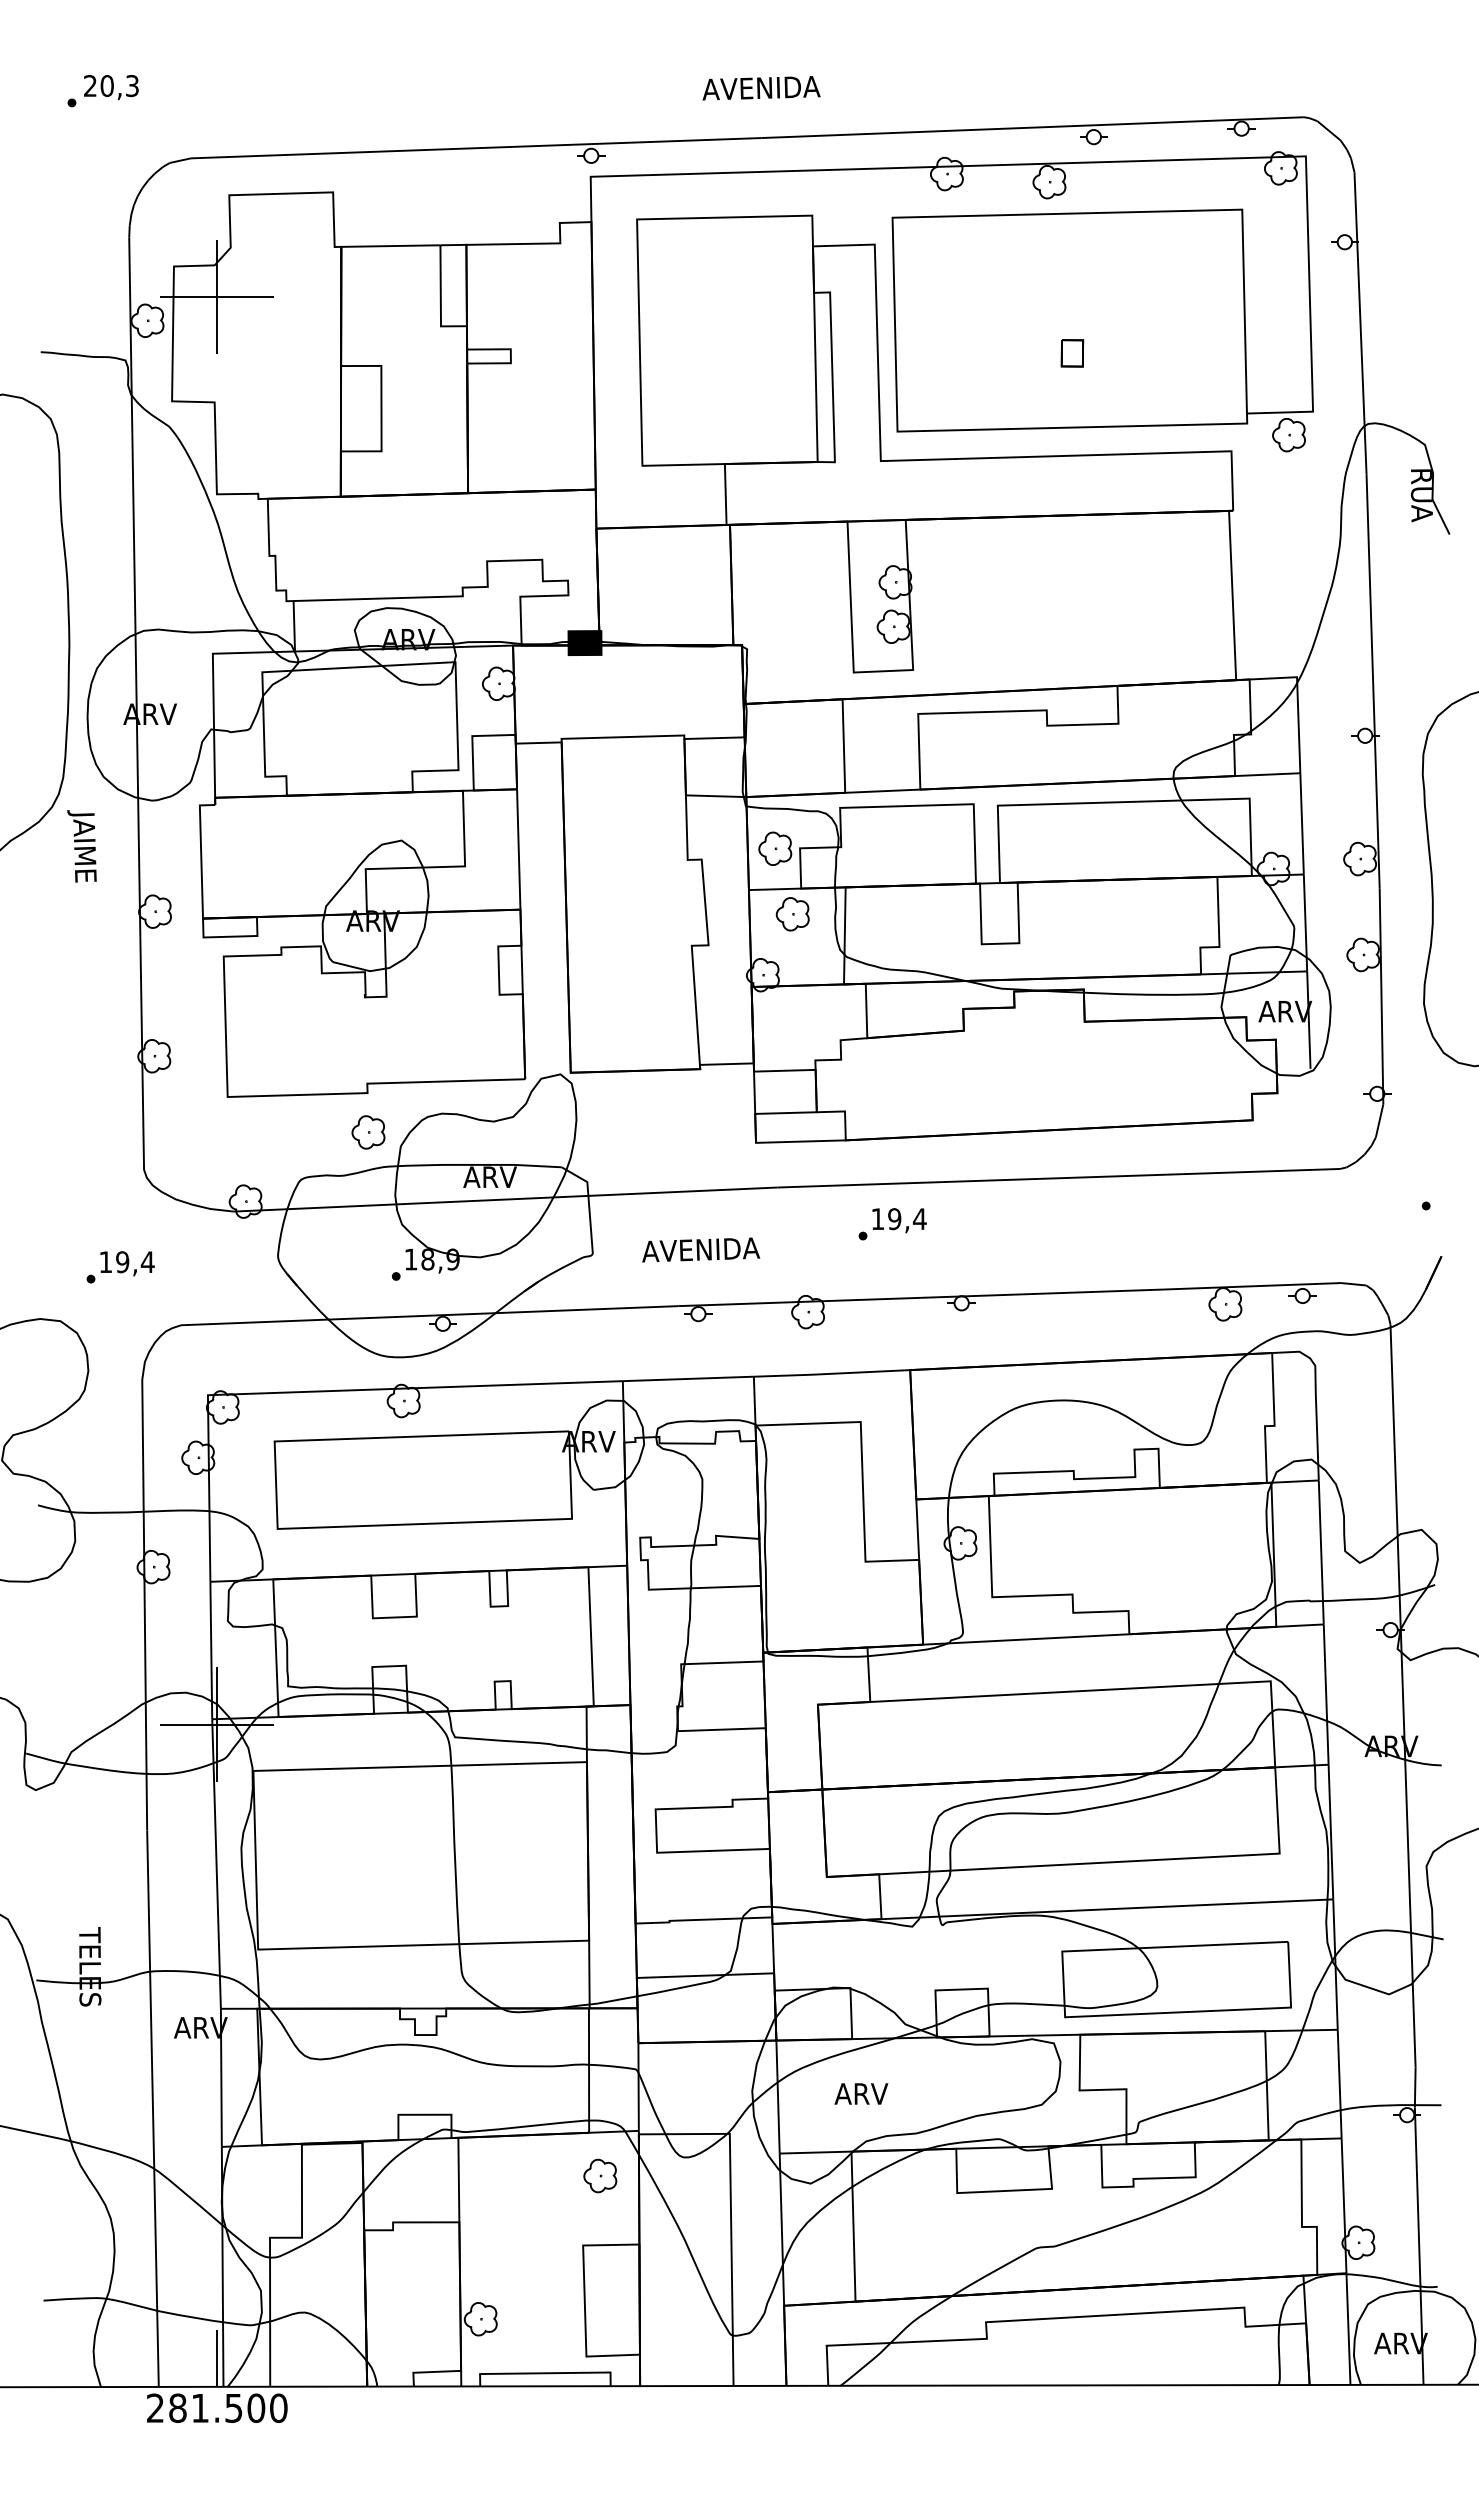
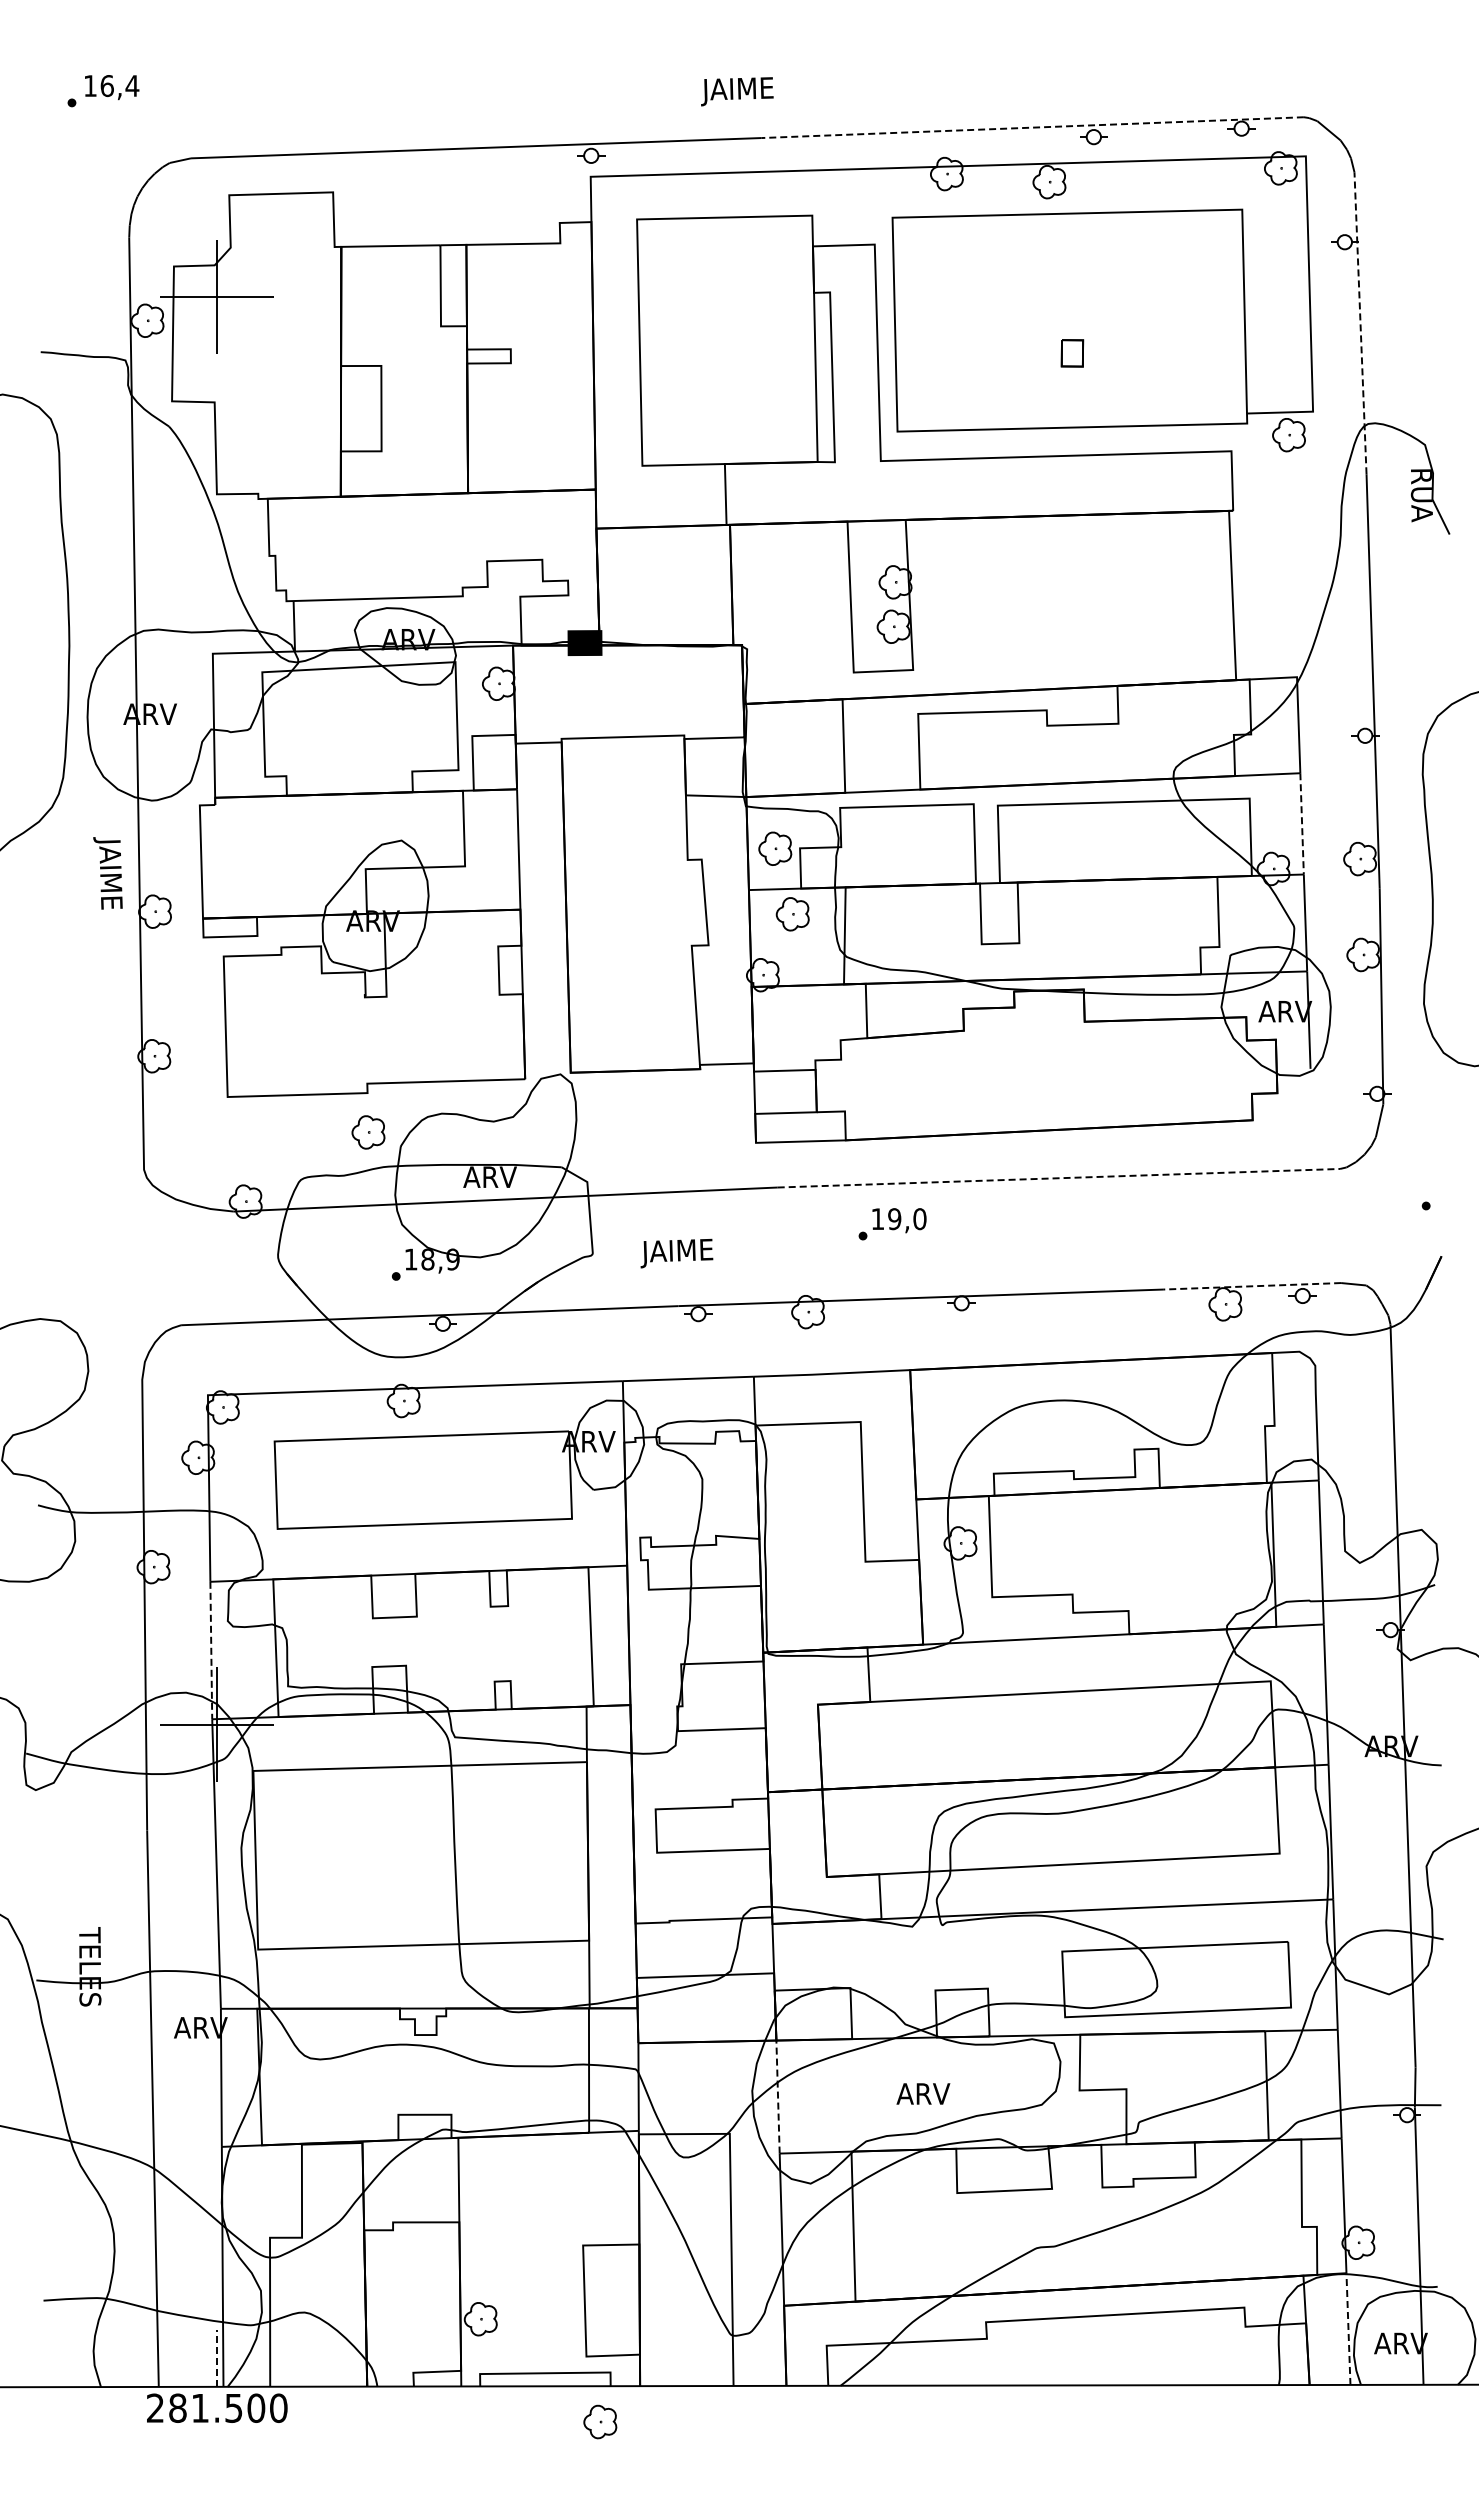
text at (111, 86): 20,3 -> 16,4
text at (760, 91): AVENIDA -> JAIME
line at (1032, 127): solid -> dashed
line at (1360, 322): solid -> dashed
line at (1302, 823): solid -> dashed
text at (81, 846) position: (81, 846) -> (107, 873)
line at (1059, 1178): solid -> dashed
text at (919, 1219): 19,4 -> 19,0
text at (700, 1252): AVENIDA -> JAIME
part at (120, 1267): present -> none
line at (1251, 1286): solid -> dashed
line at (211, 1650): solid -> dashed
text at (861, 2093) position: (861, 2093) -> (923, 2093)
line at (778, 2097): solid -> dashed
part at (600, 2175) position: (600, 2175) -> (600, 2421)
line at (1348, 2329): solid -> dashed
line at (217, 2358): solid -> dashed
